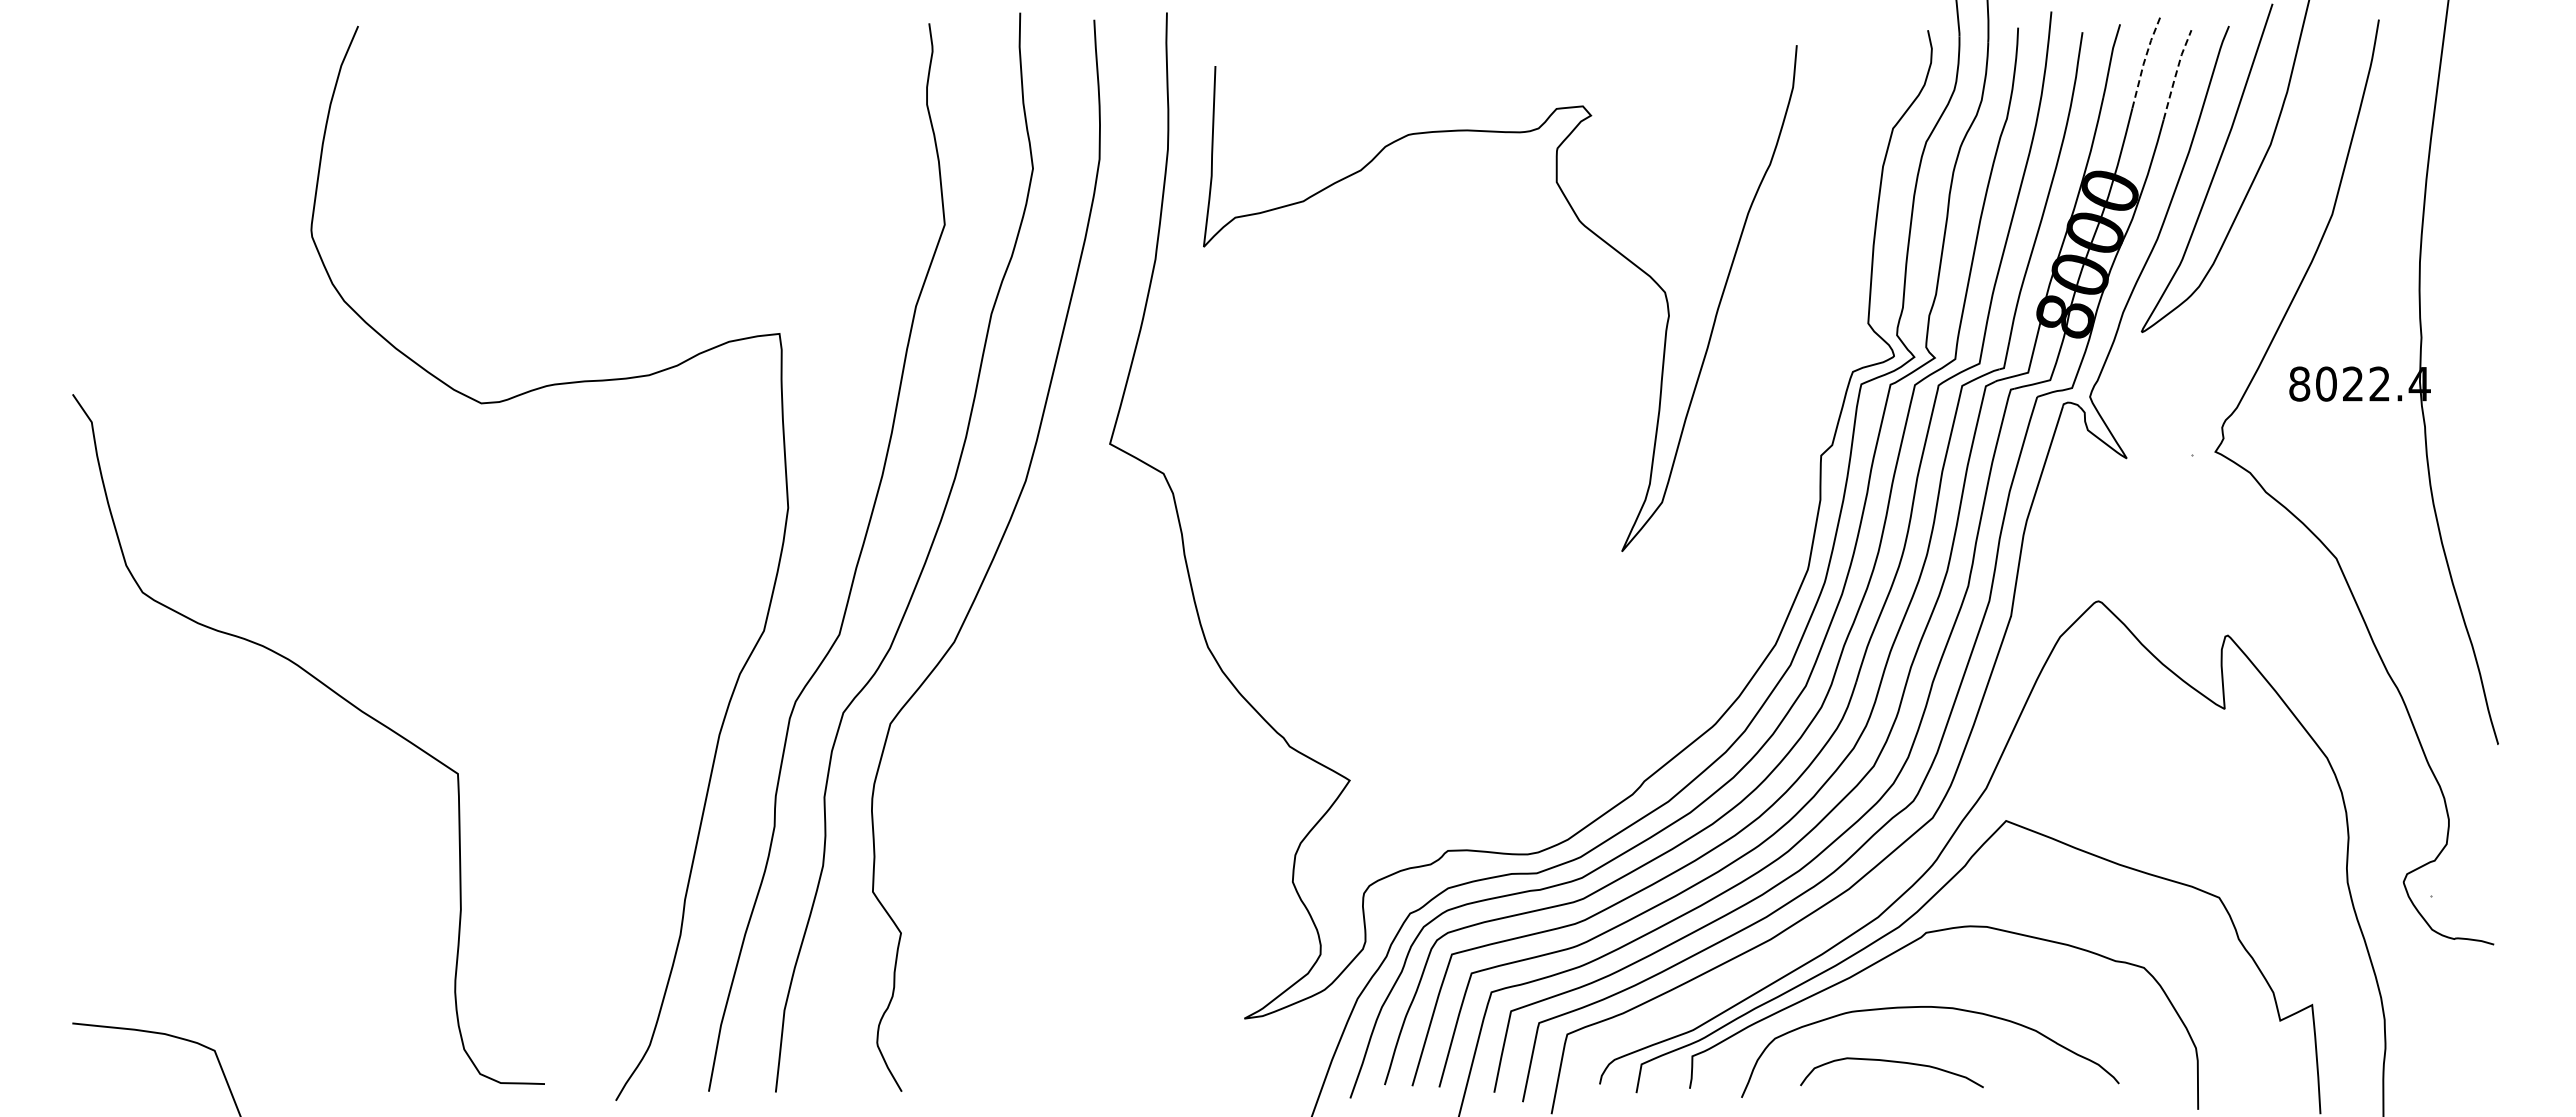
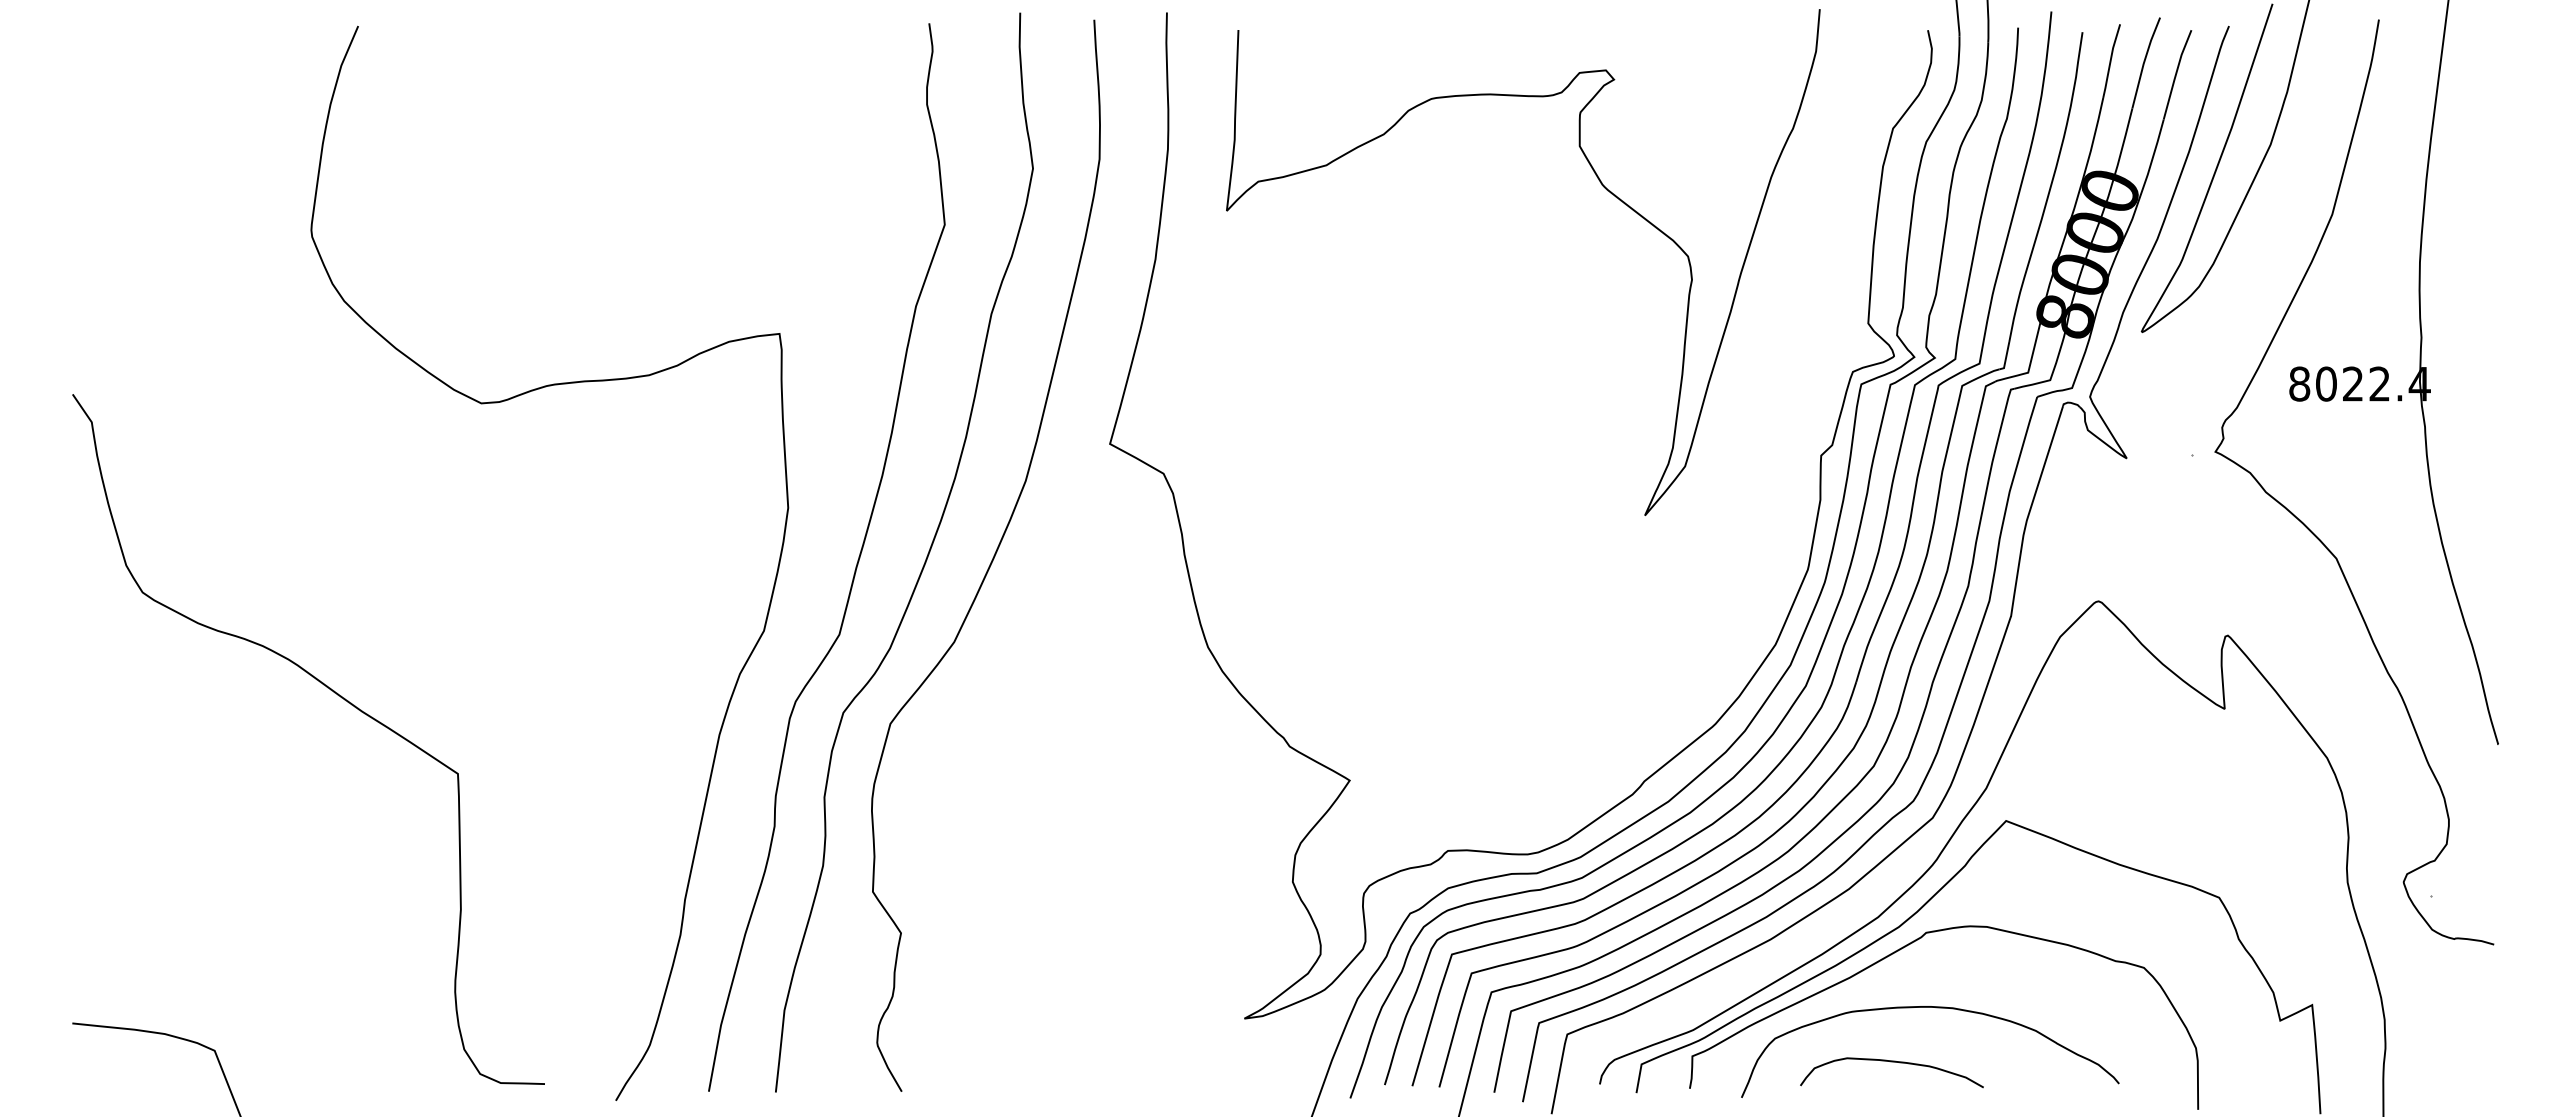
line at (2144, 62): dashed -> solid
line at (2176, 73): dashed -> solid
curve at (1578, 221) position: (1578, 221) -> (1601, 185)
